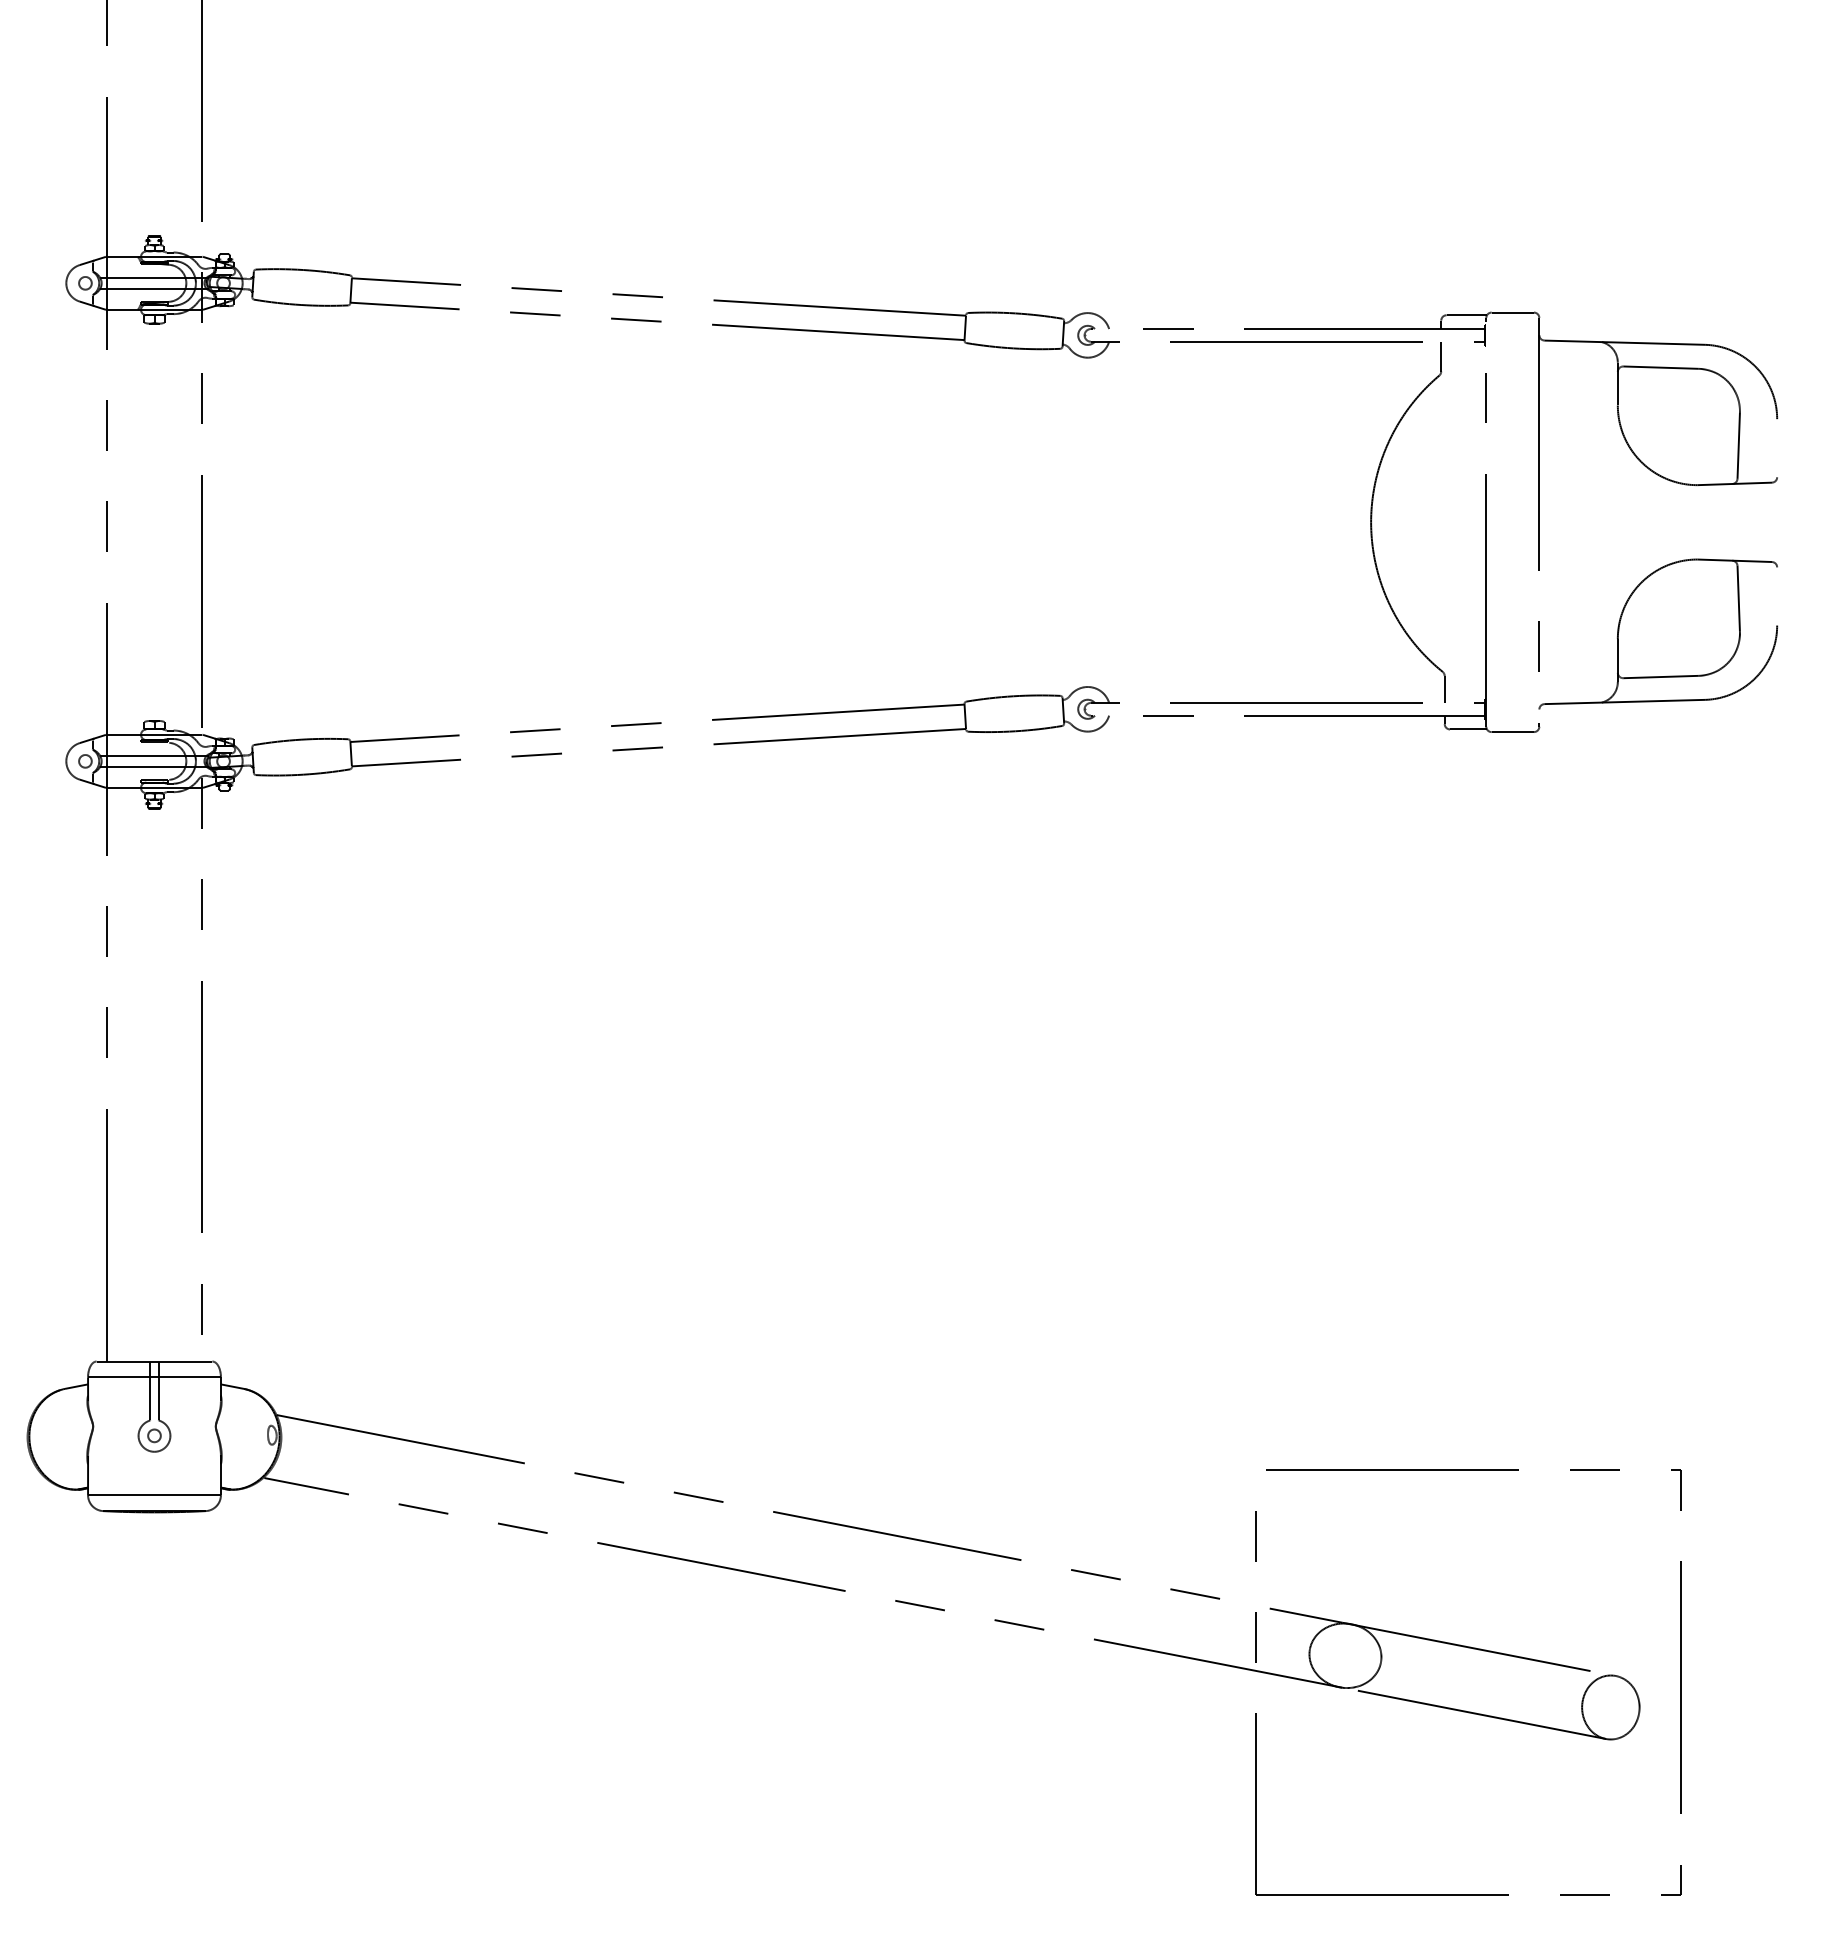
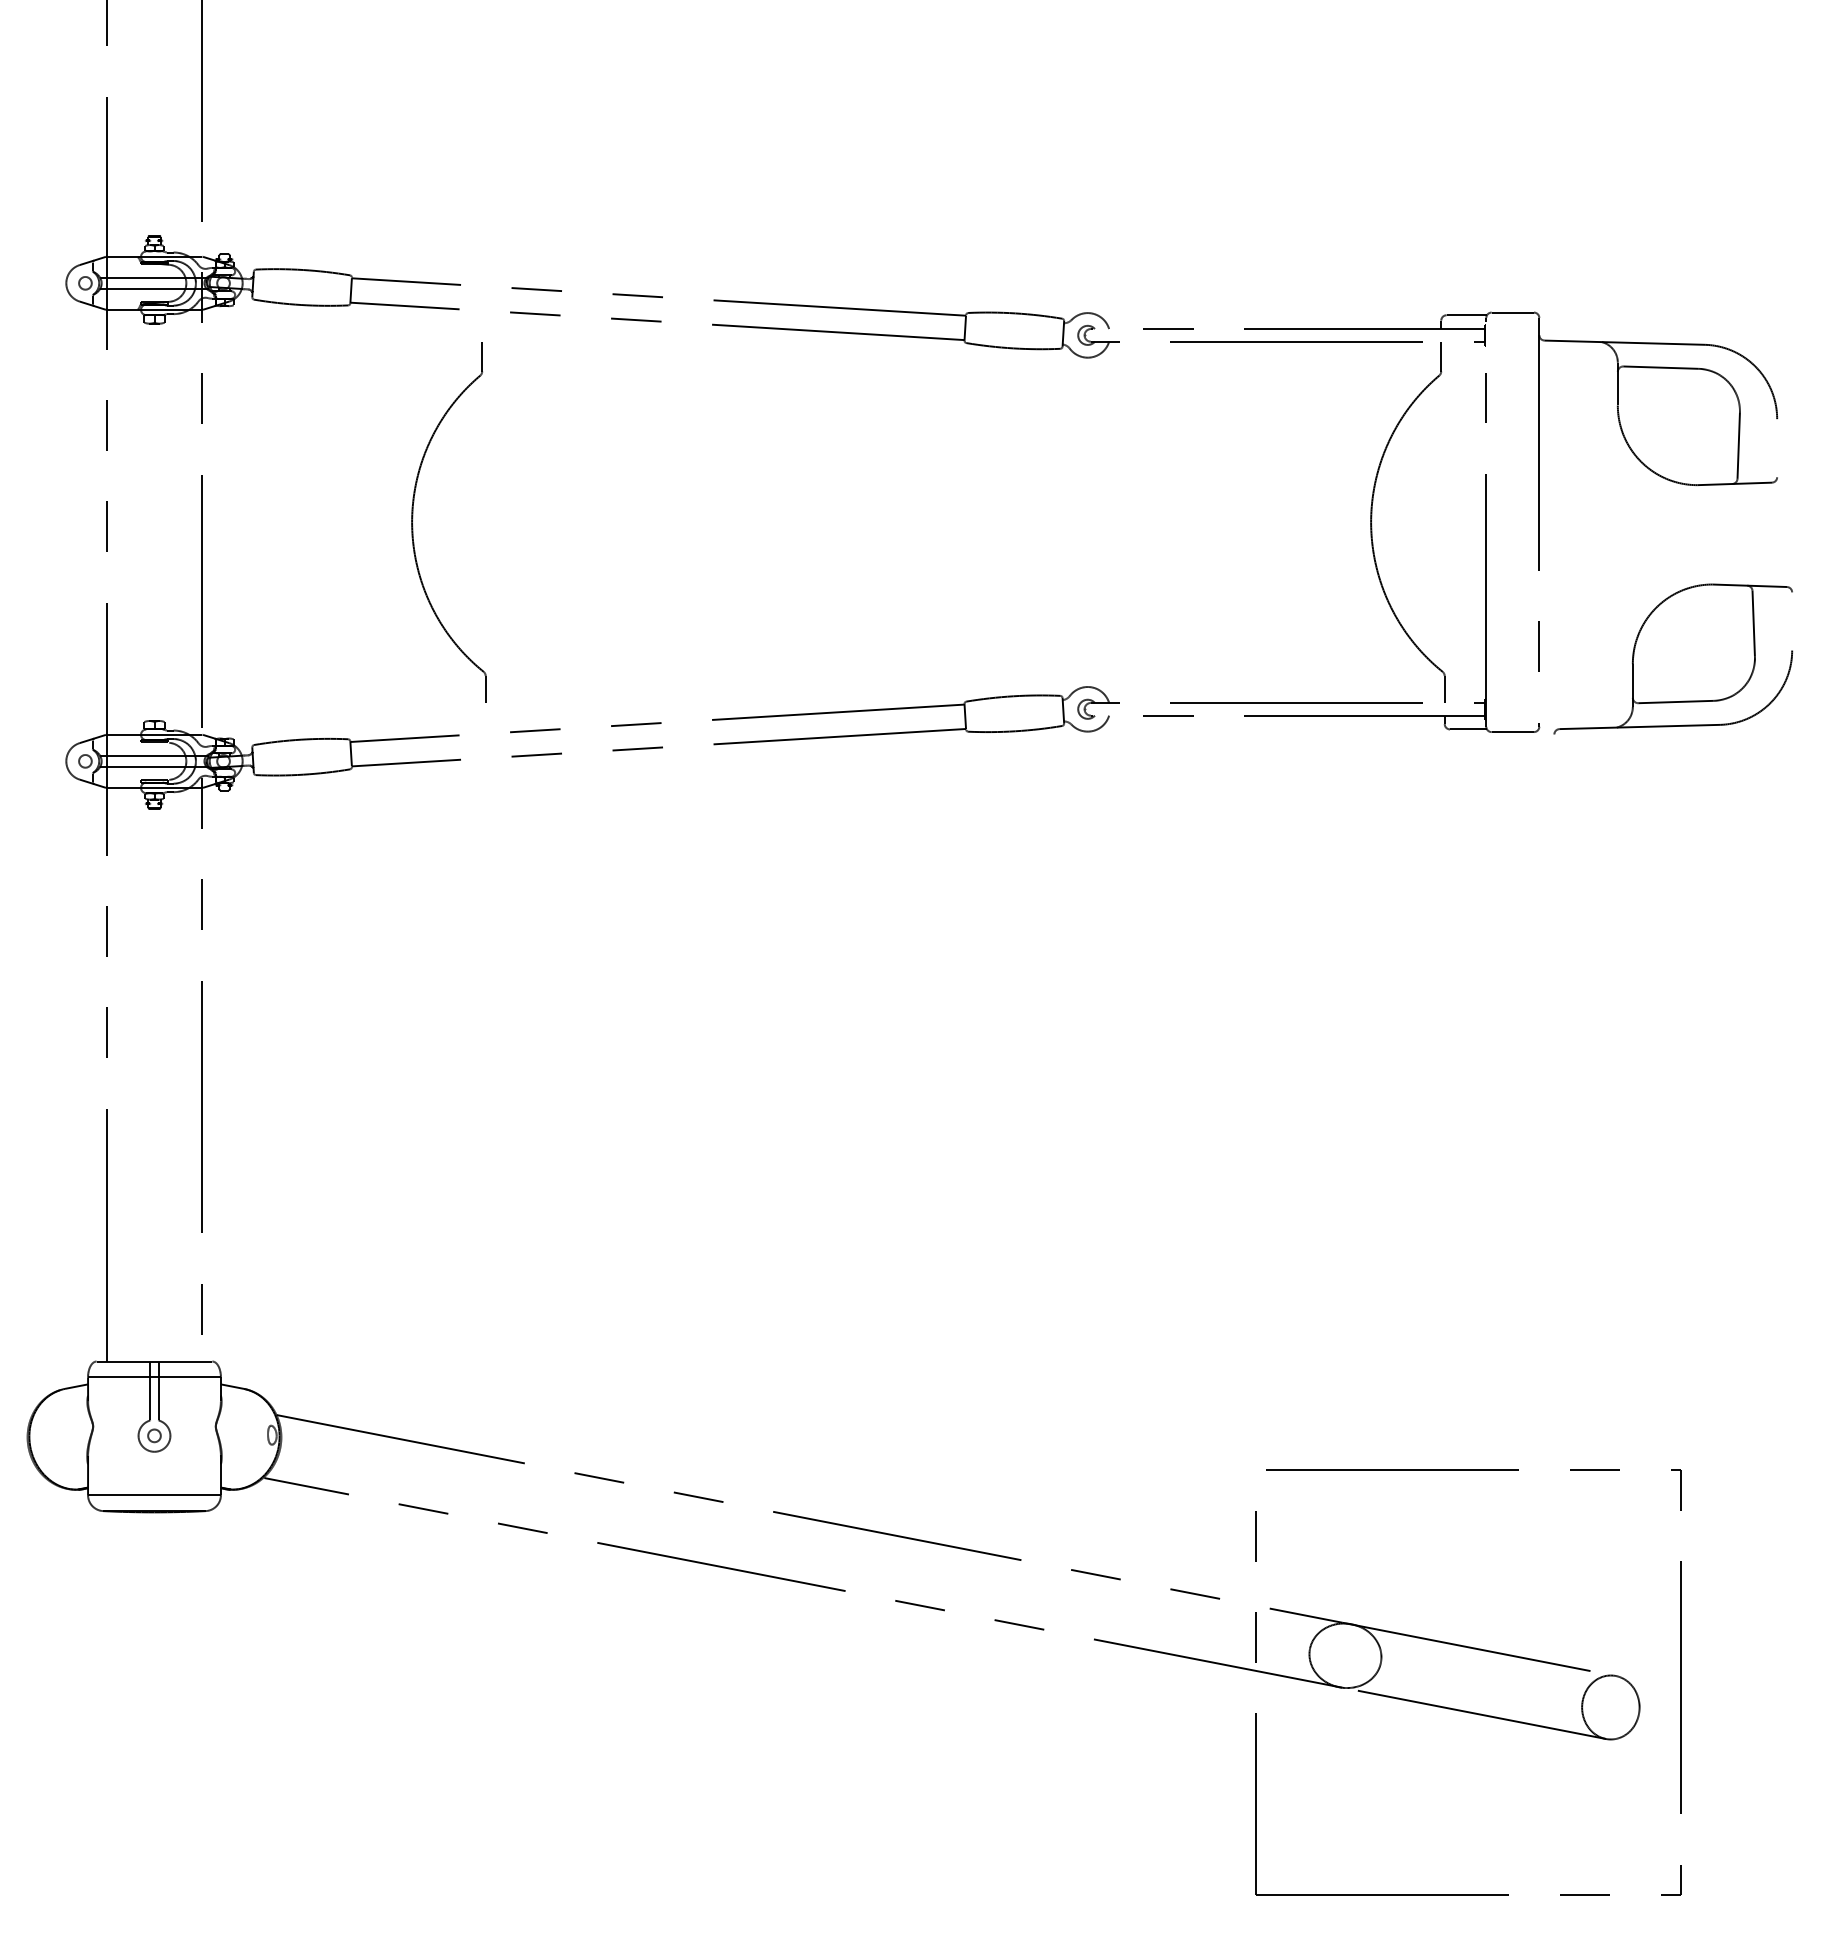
part at (413, 519): none -> present
part at (1658, 633) position: (1658, 633) -> (1673, 658)
